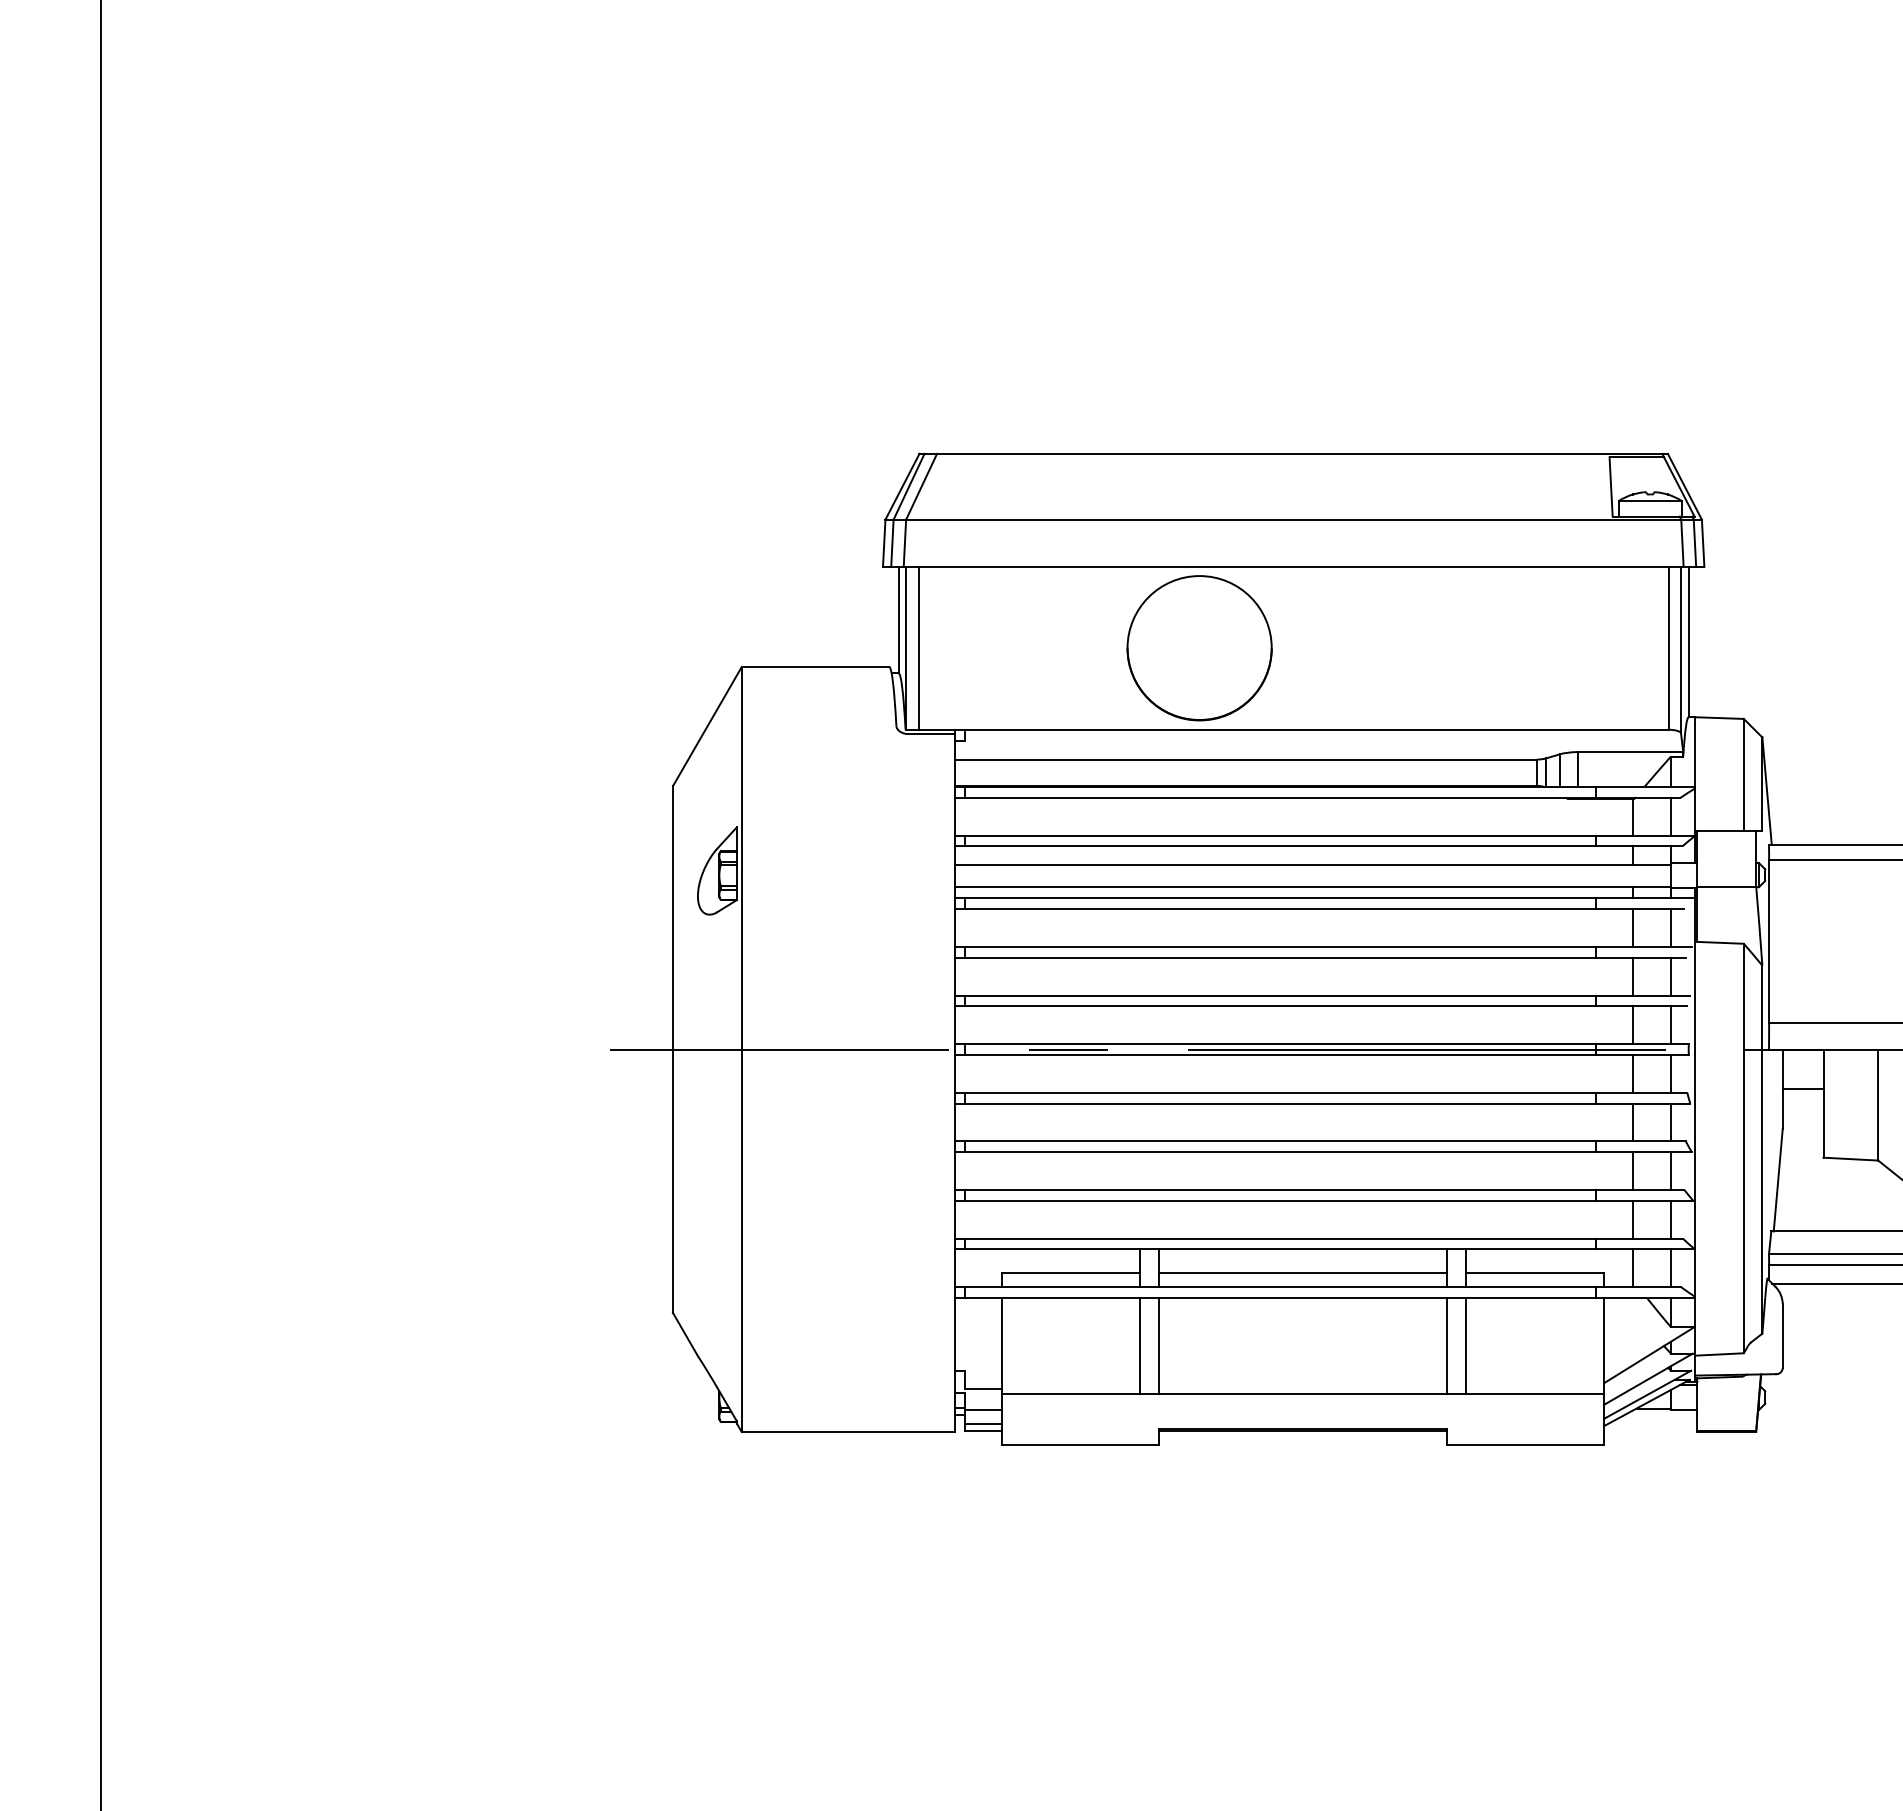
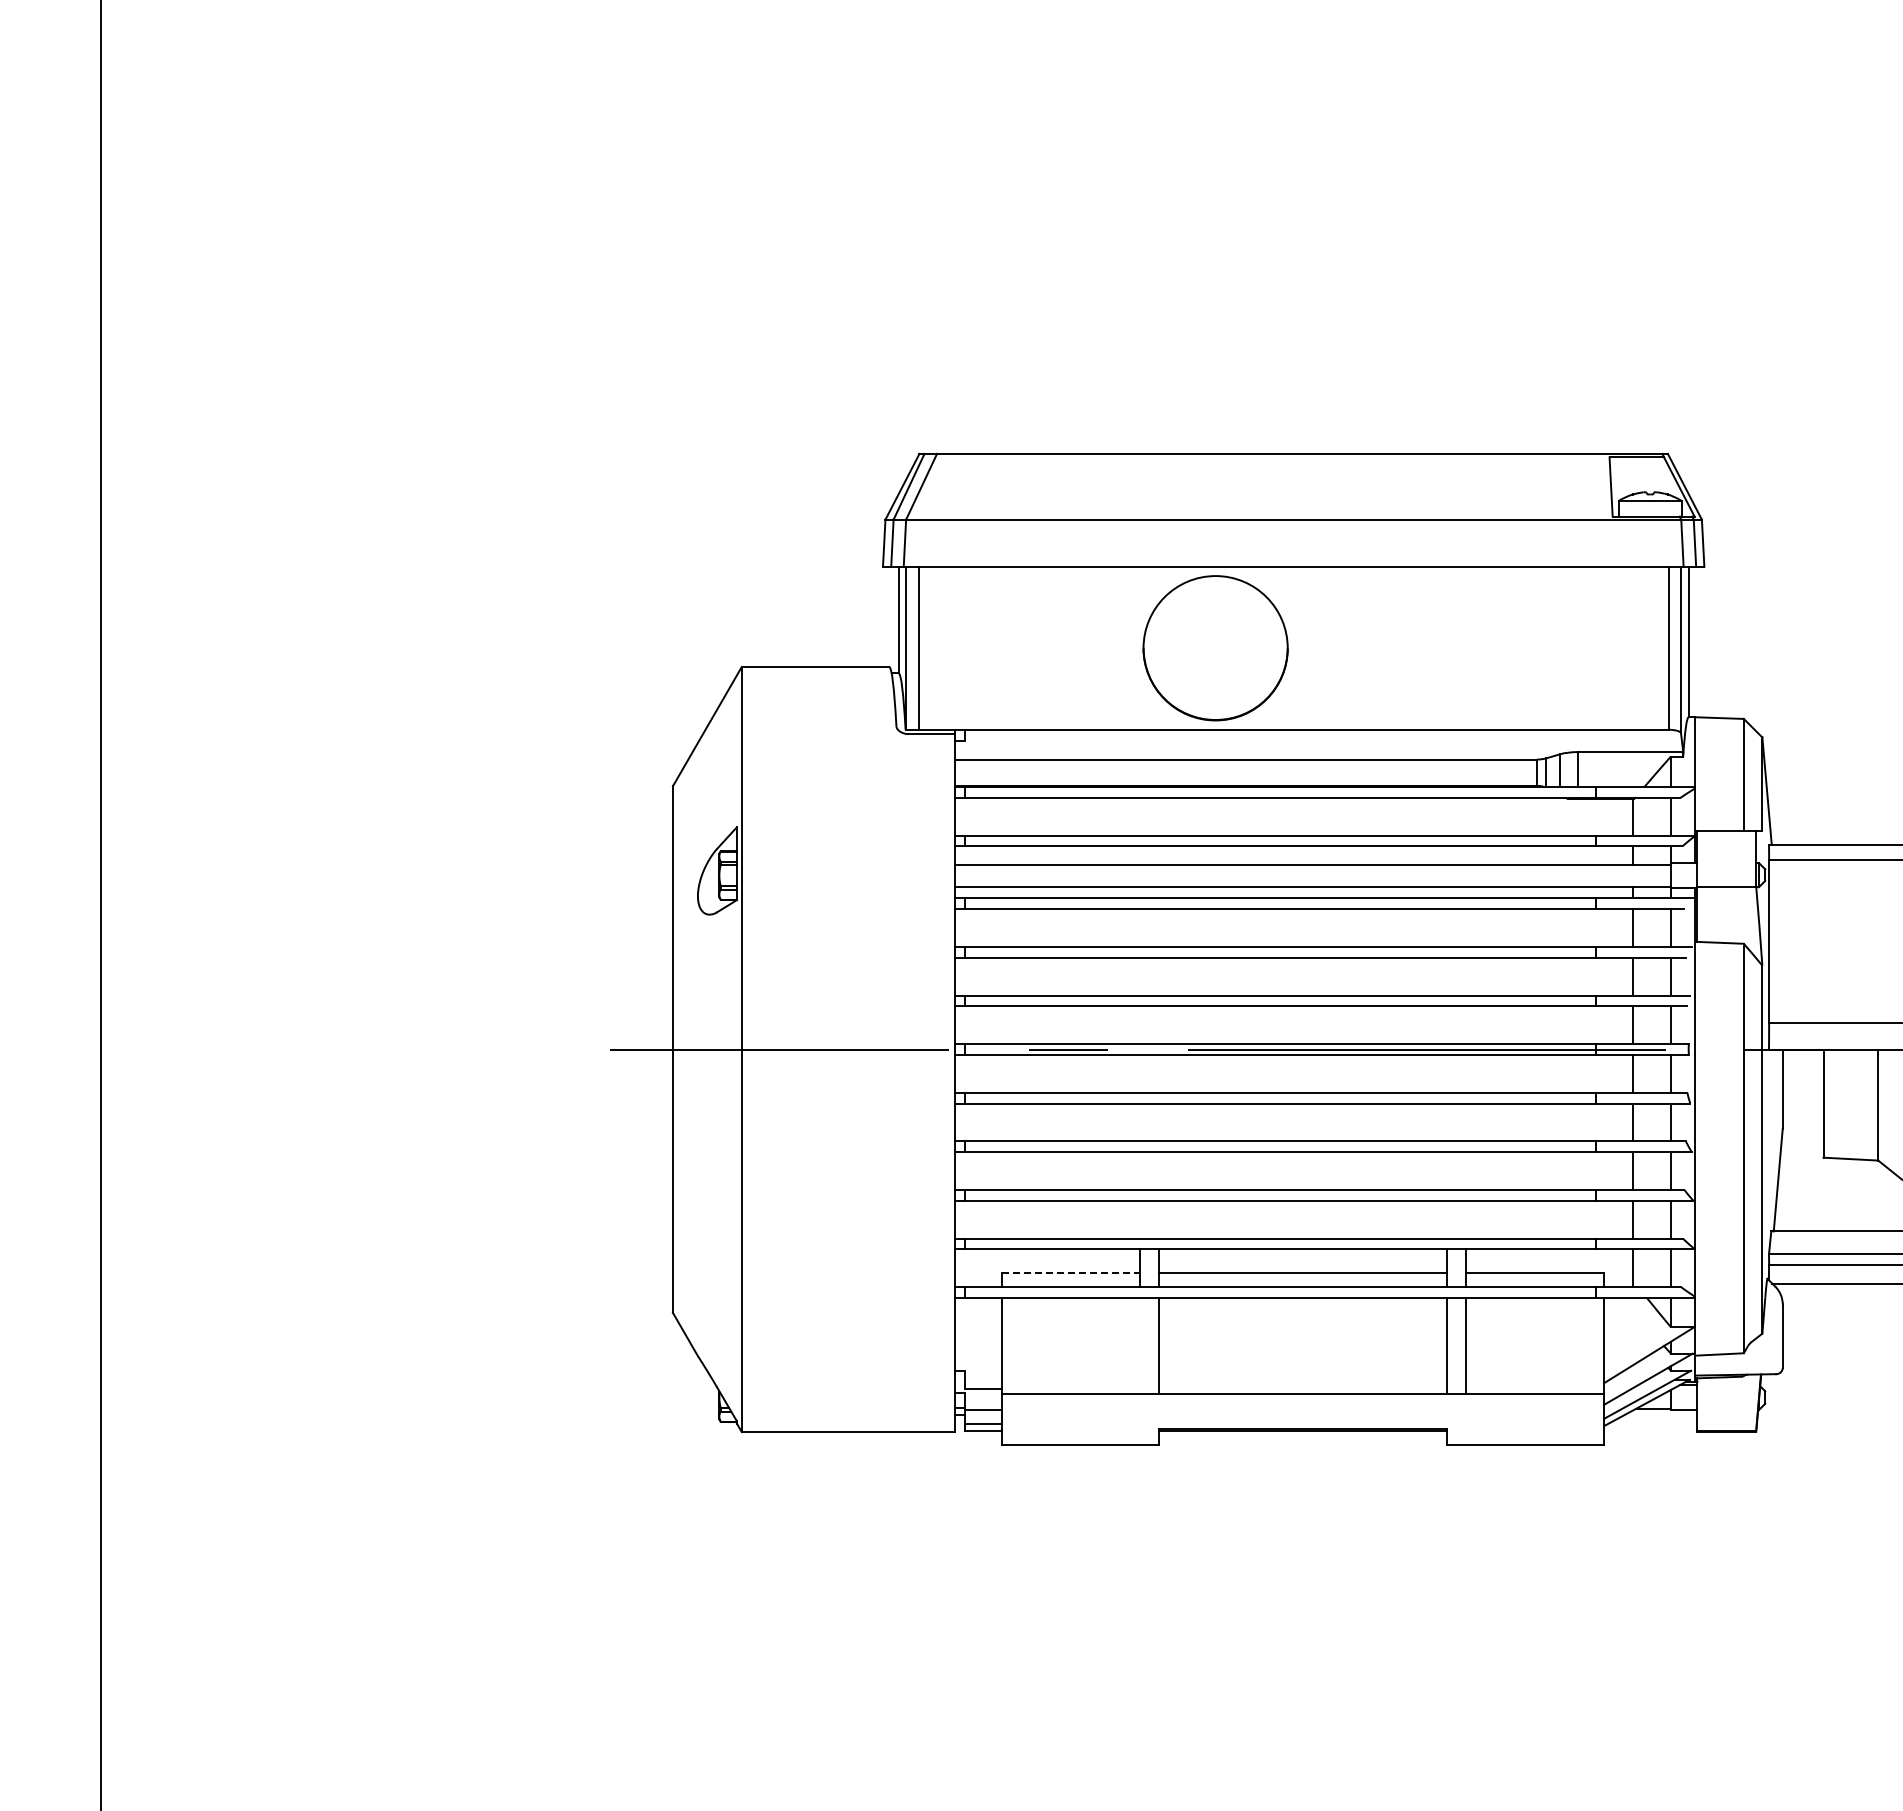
part at (1199, 648) position: (1199, 648) -> (1215, 648)
line at (1802, 1088): present -> none
line at (1071, 1272): solid -> dashed
line at (1140, 1345): present -> none
